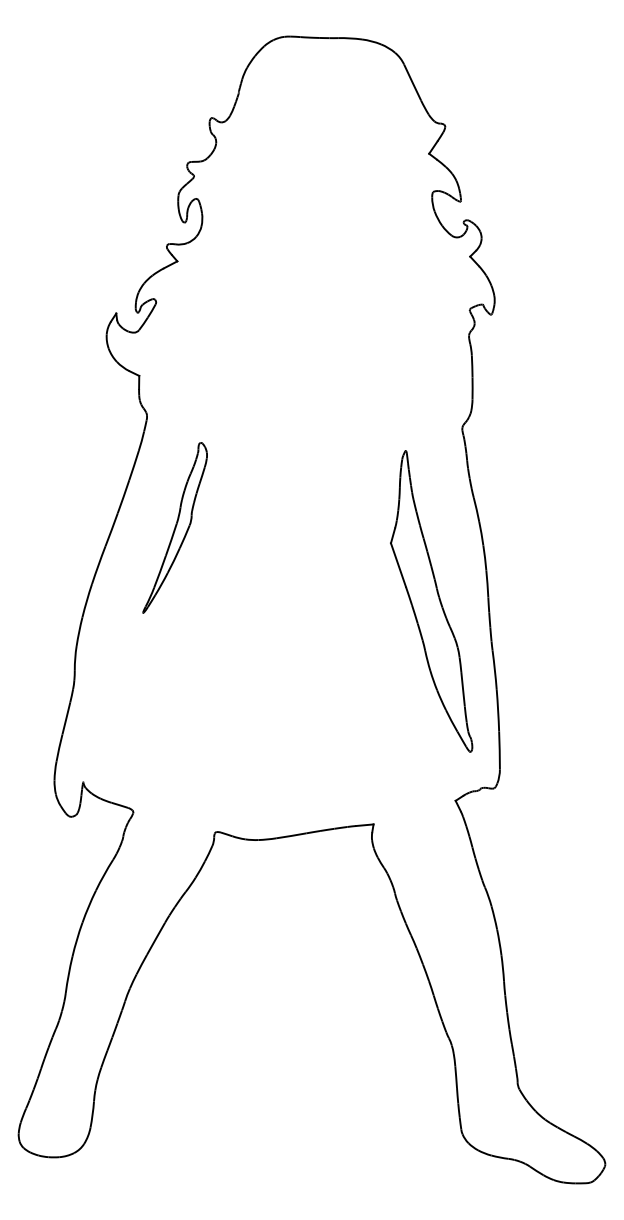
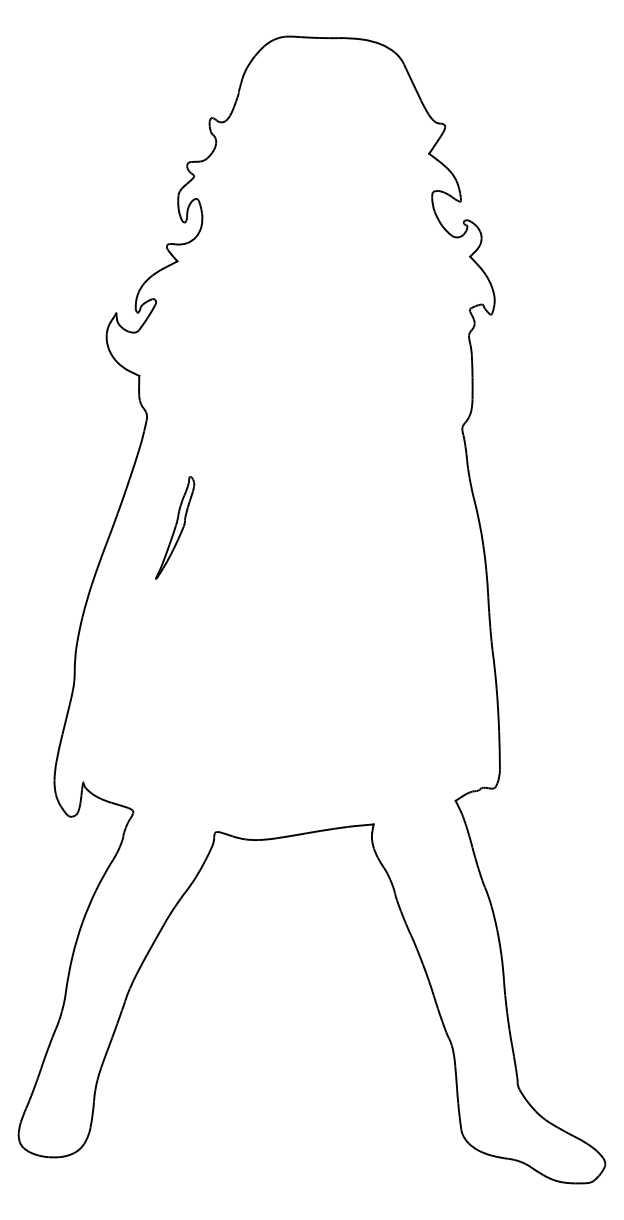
part at (174, 527) size: 66x172 px -> 41x104 px
part at (431, 601): present -> none
